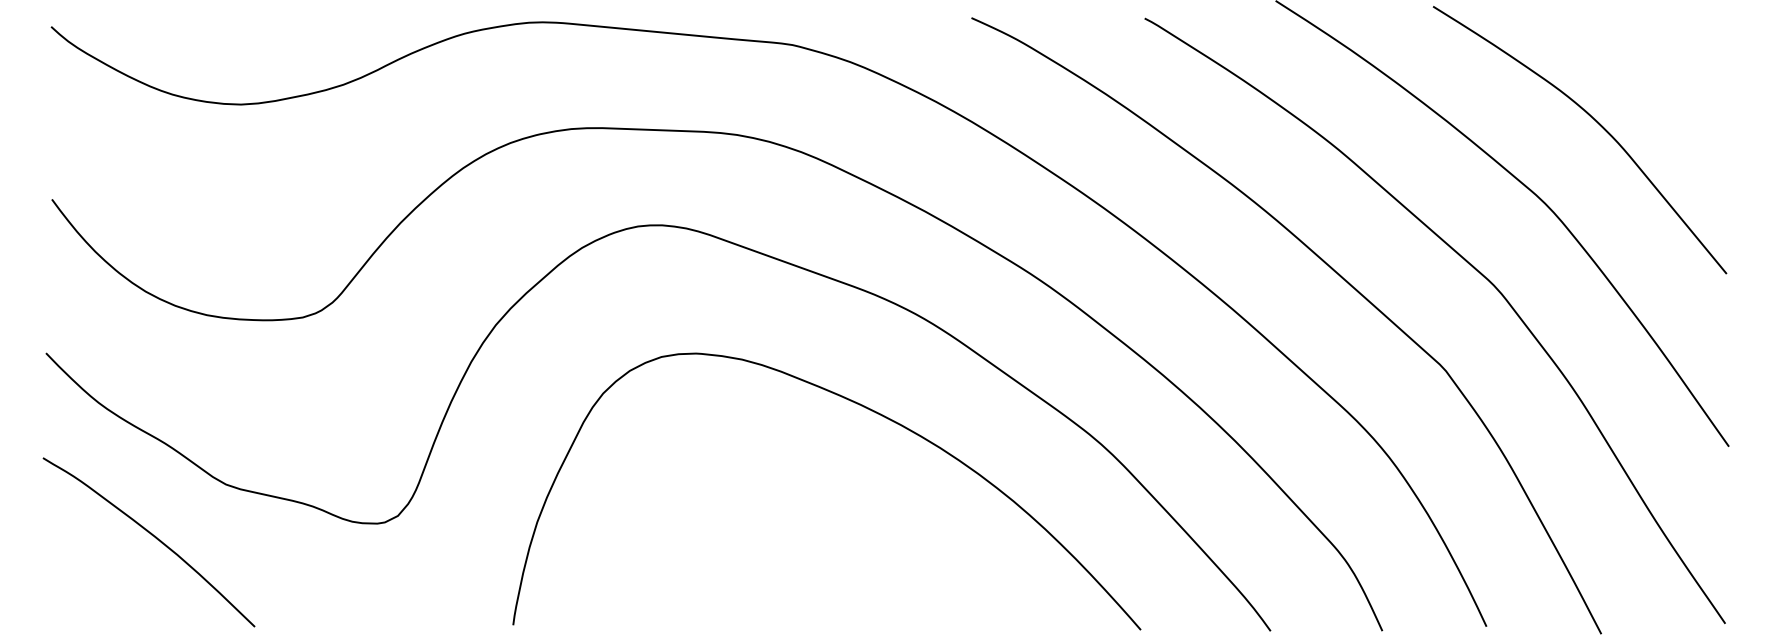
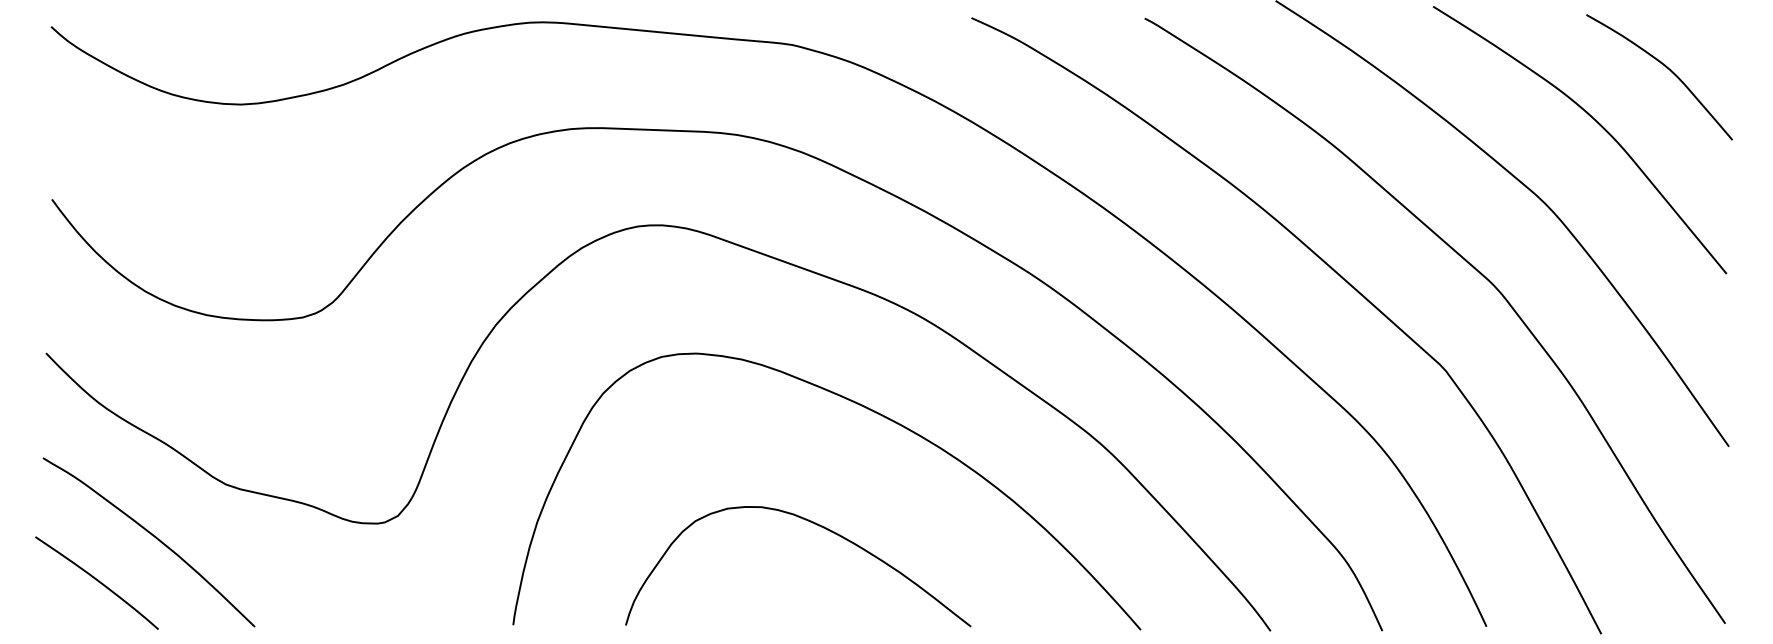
curve at (1666, 68): none -> present
curve at (816, 525): none -> present
curve at (97, 581): none -> present
